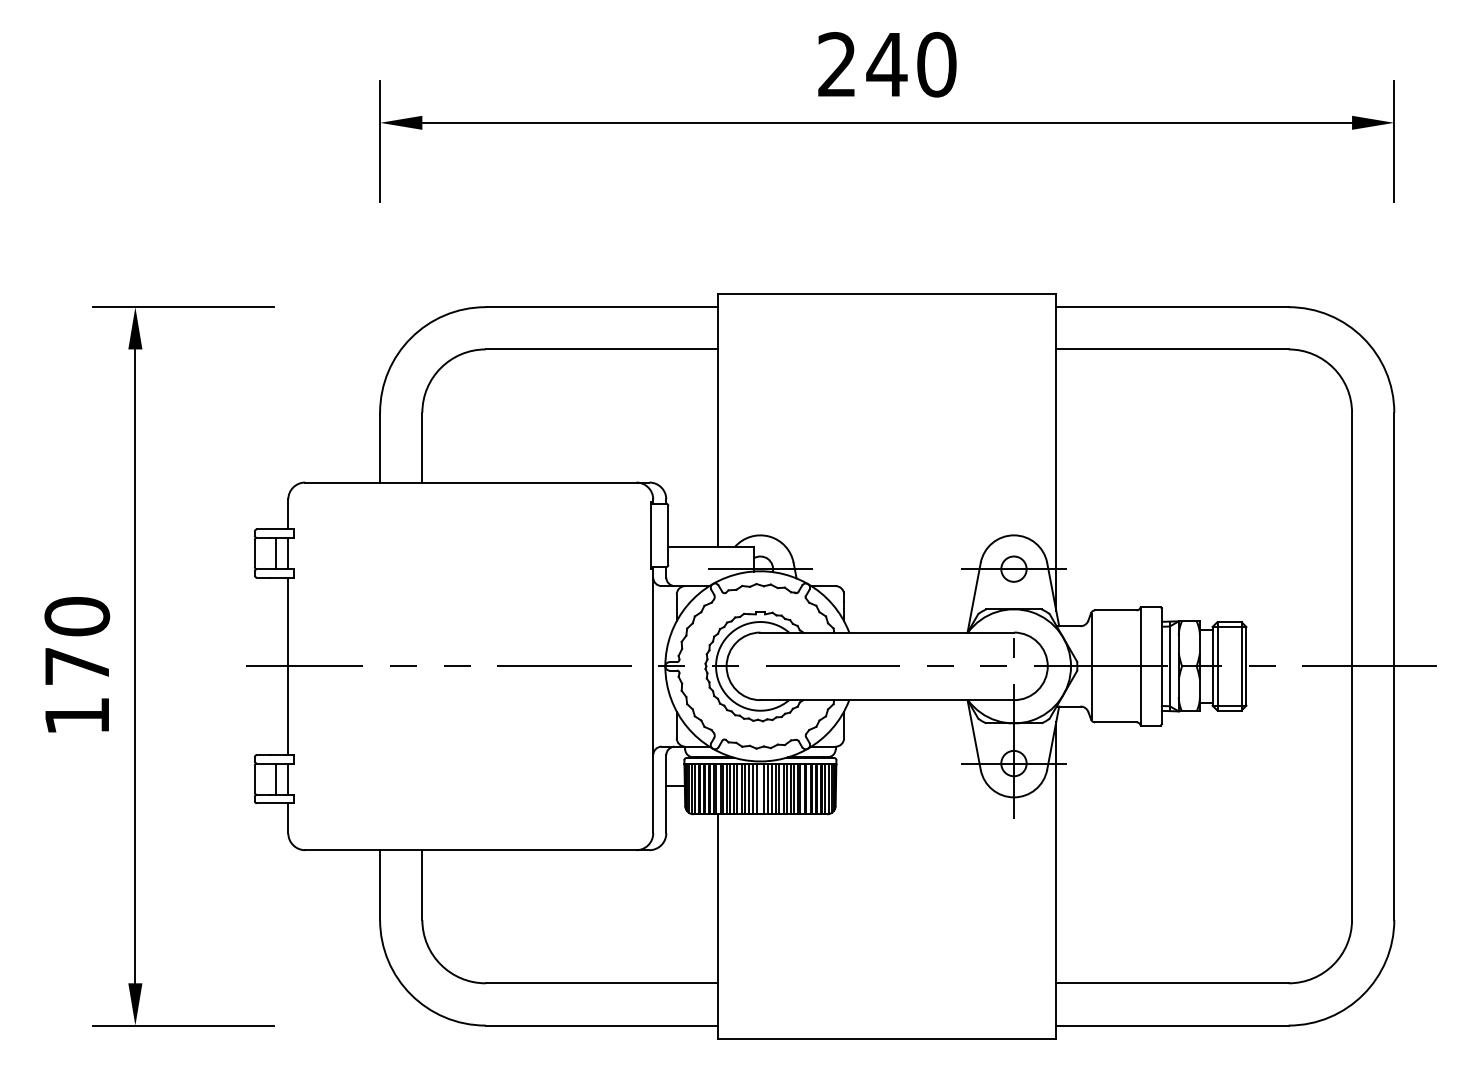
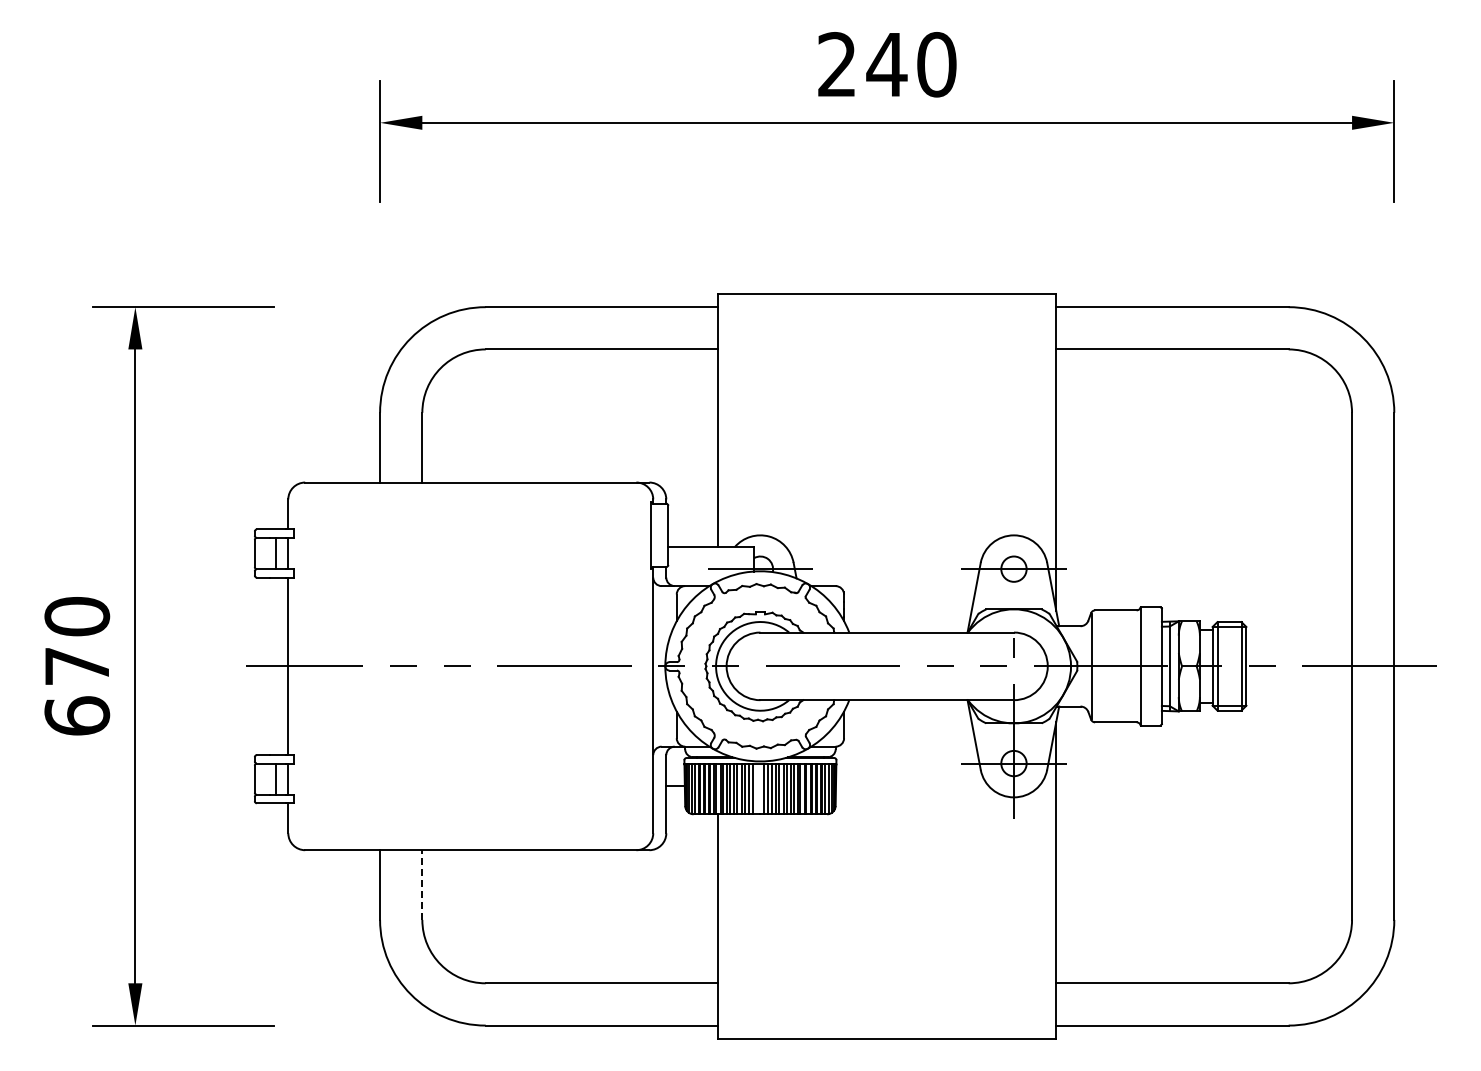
text at (77, 715): 170 -> 670
line at (756, 789): present -> none
line at (422, 885): solid -> dashed
